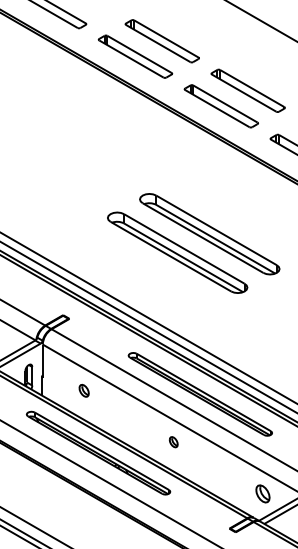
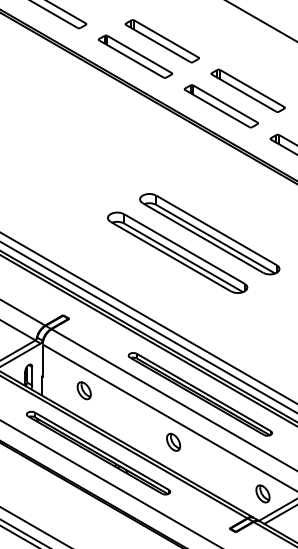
part at (83, 390) size: 12x14 px -> 16x20 px
part at (173, 442) size: 11x13 px -> 16x20 px
